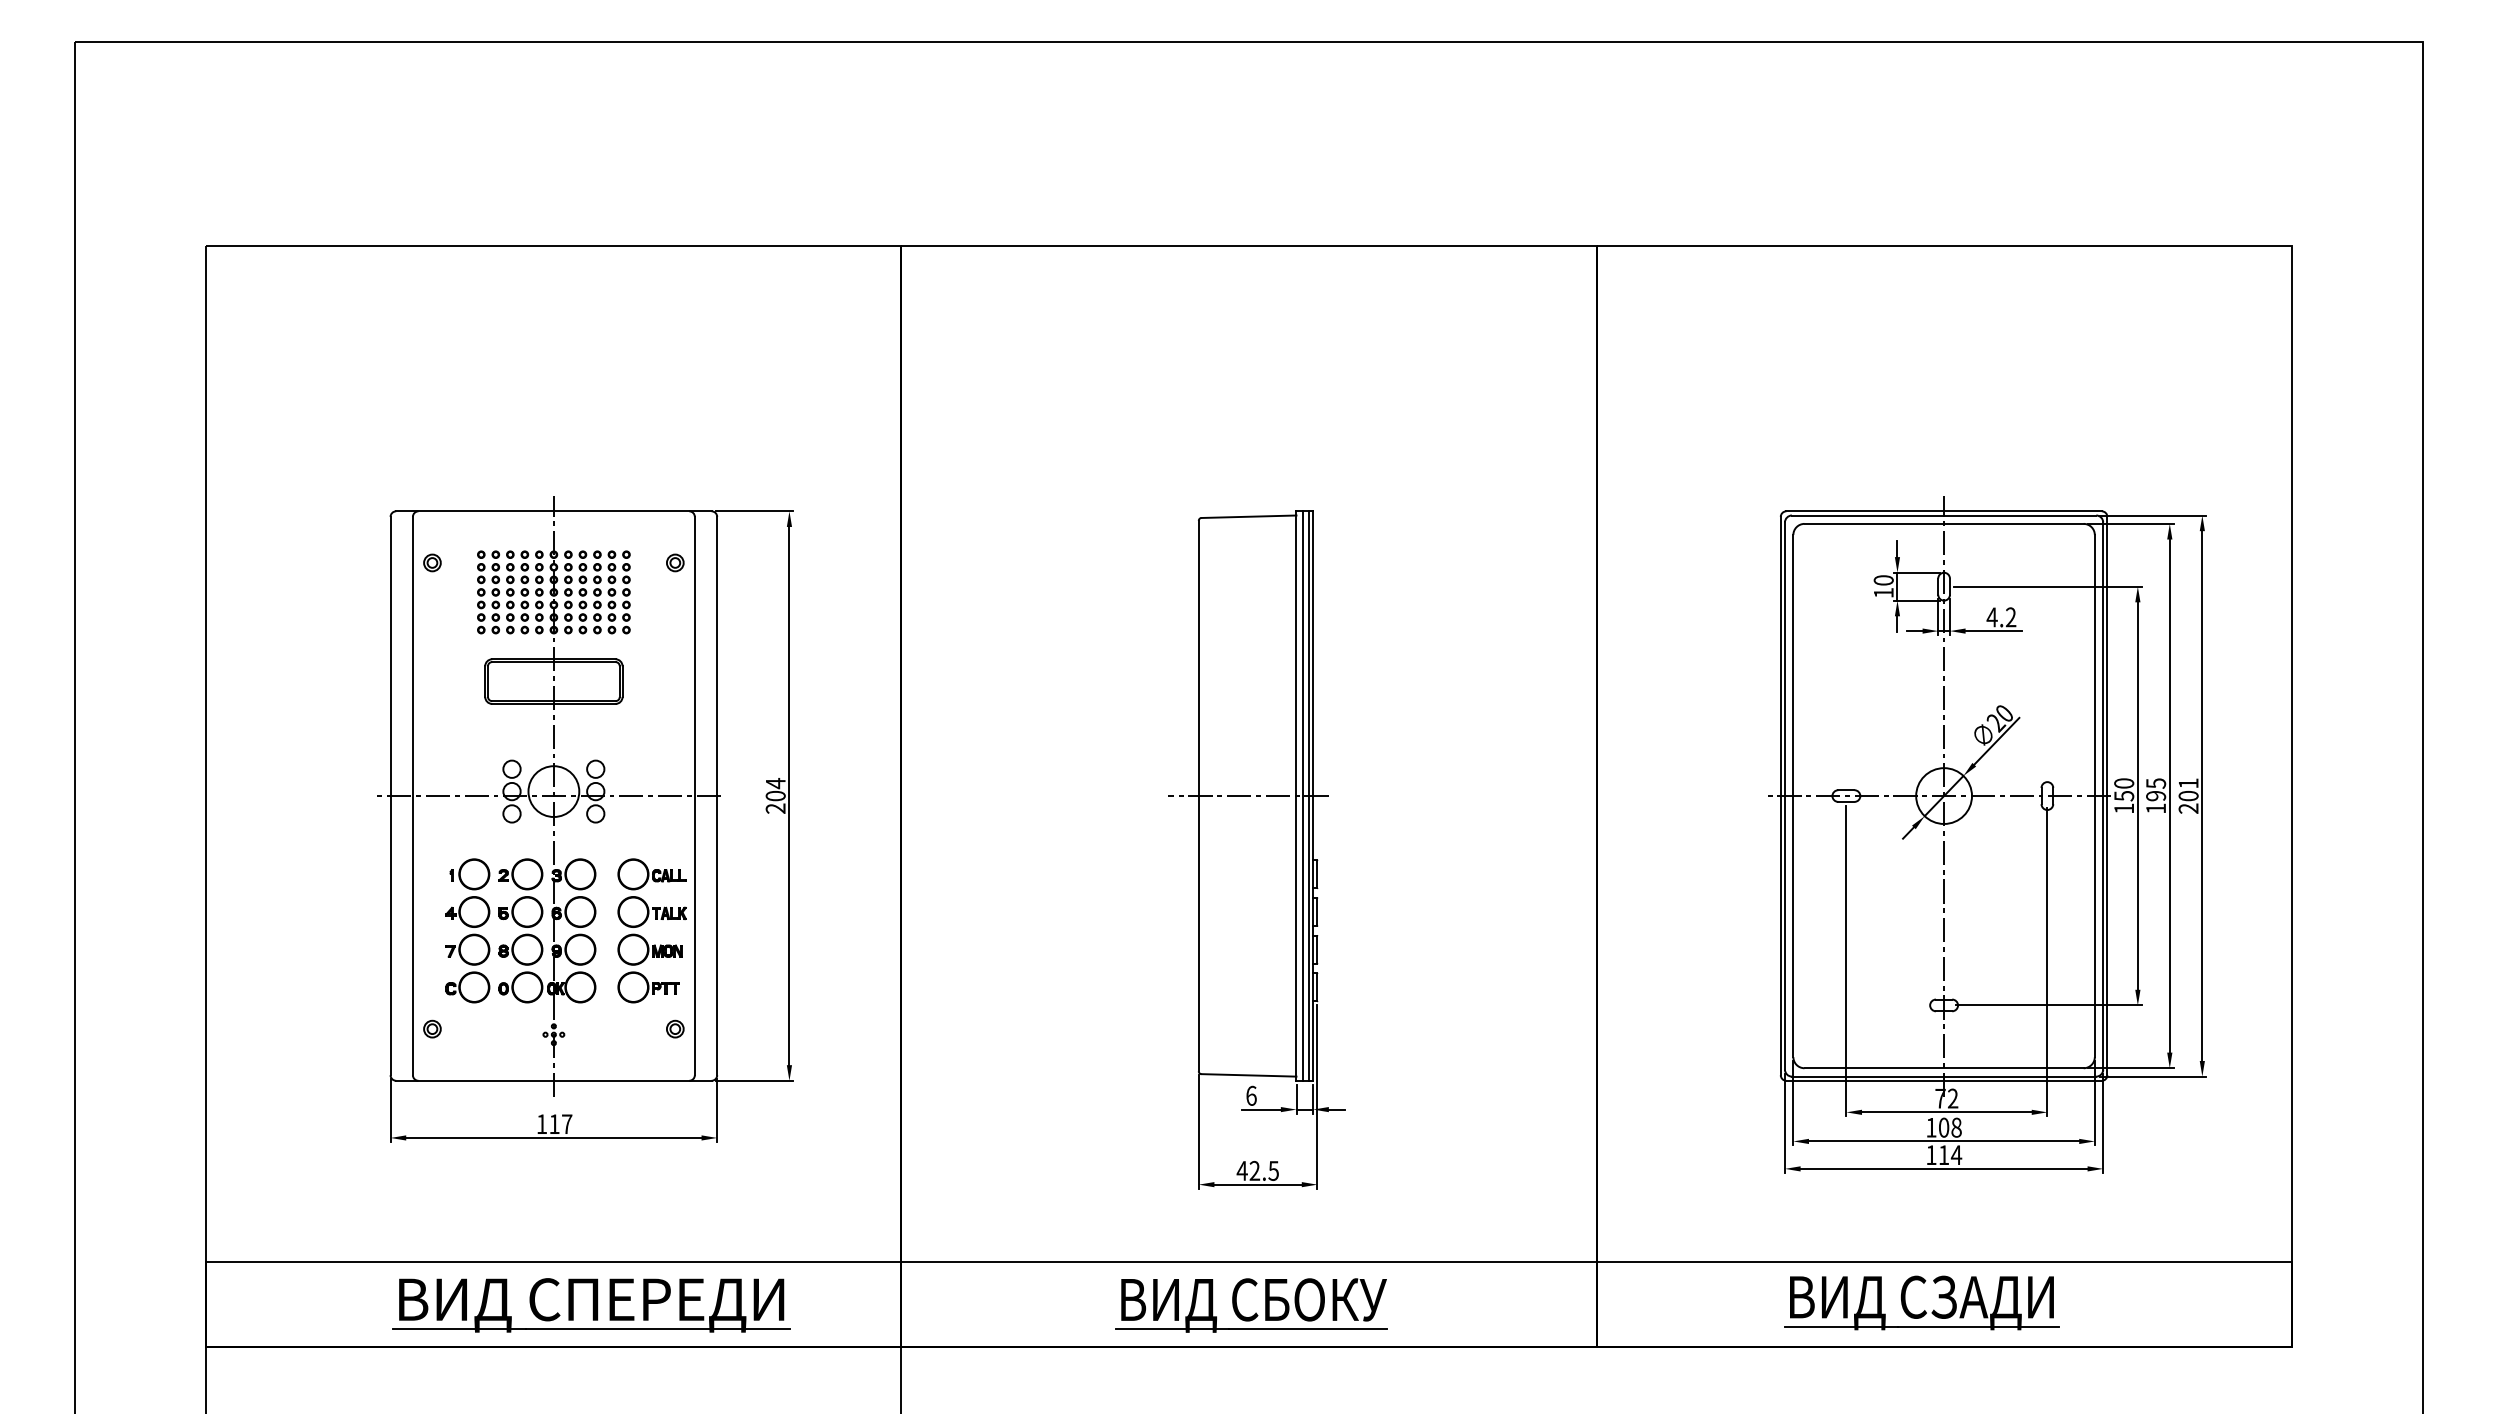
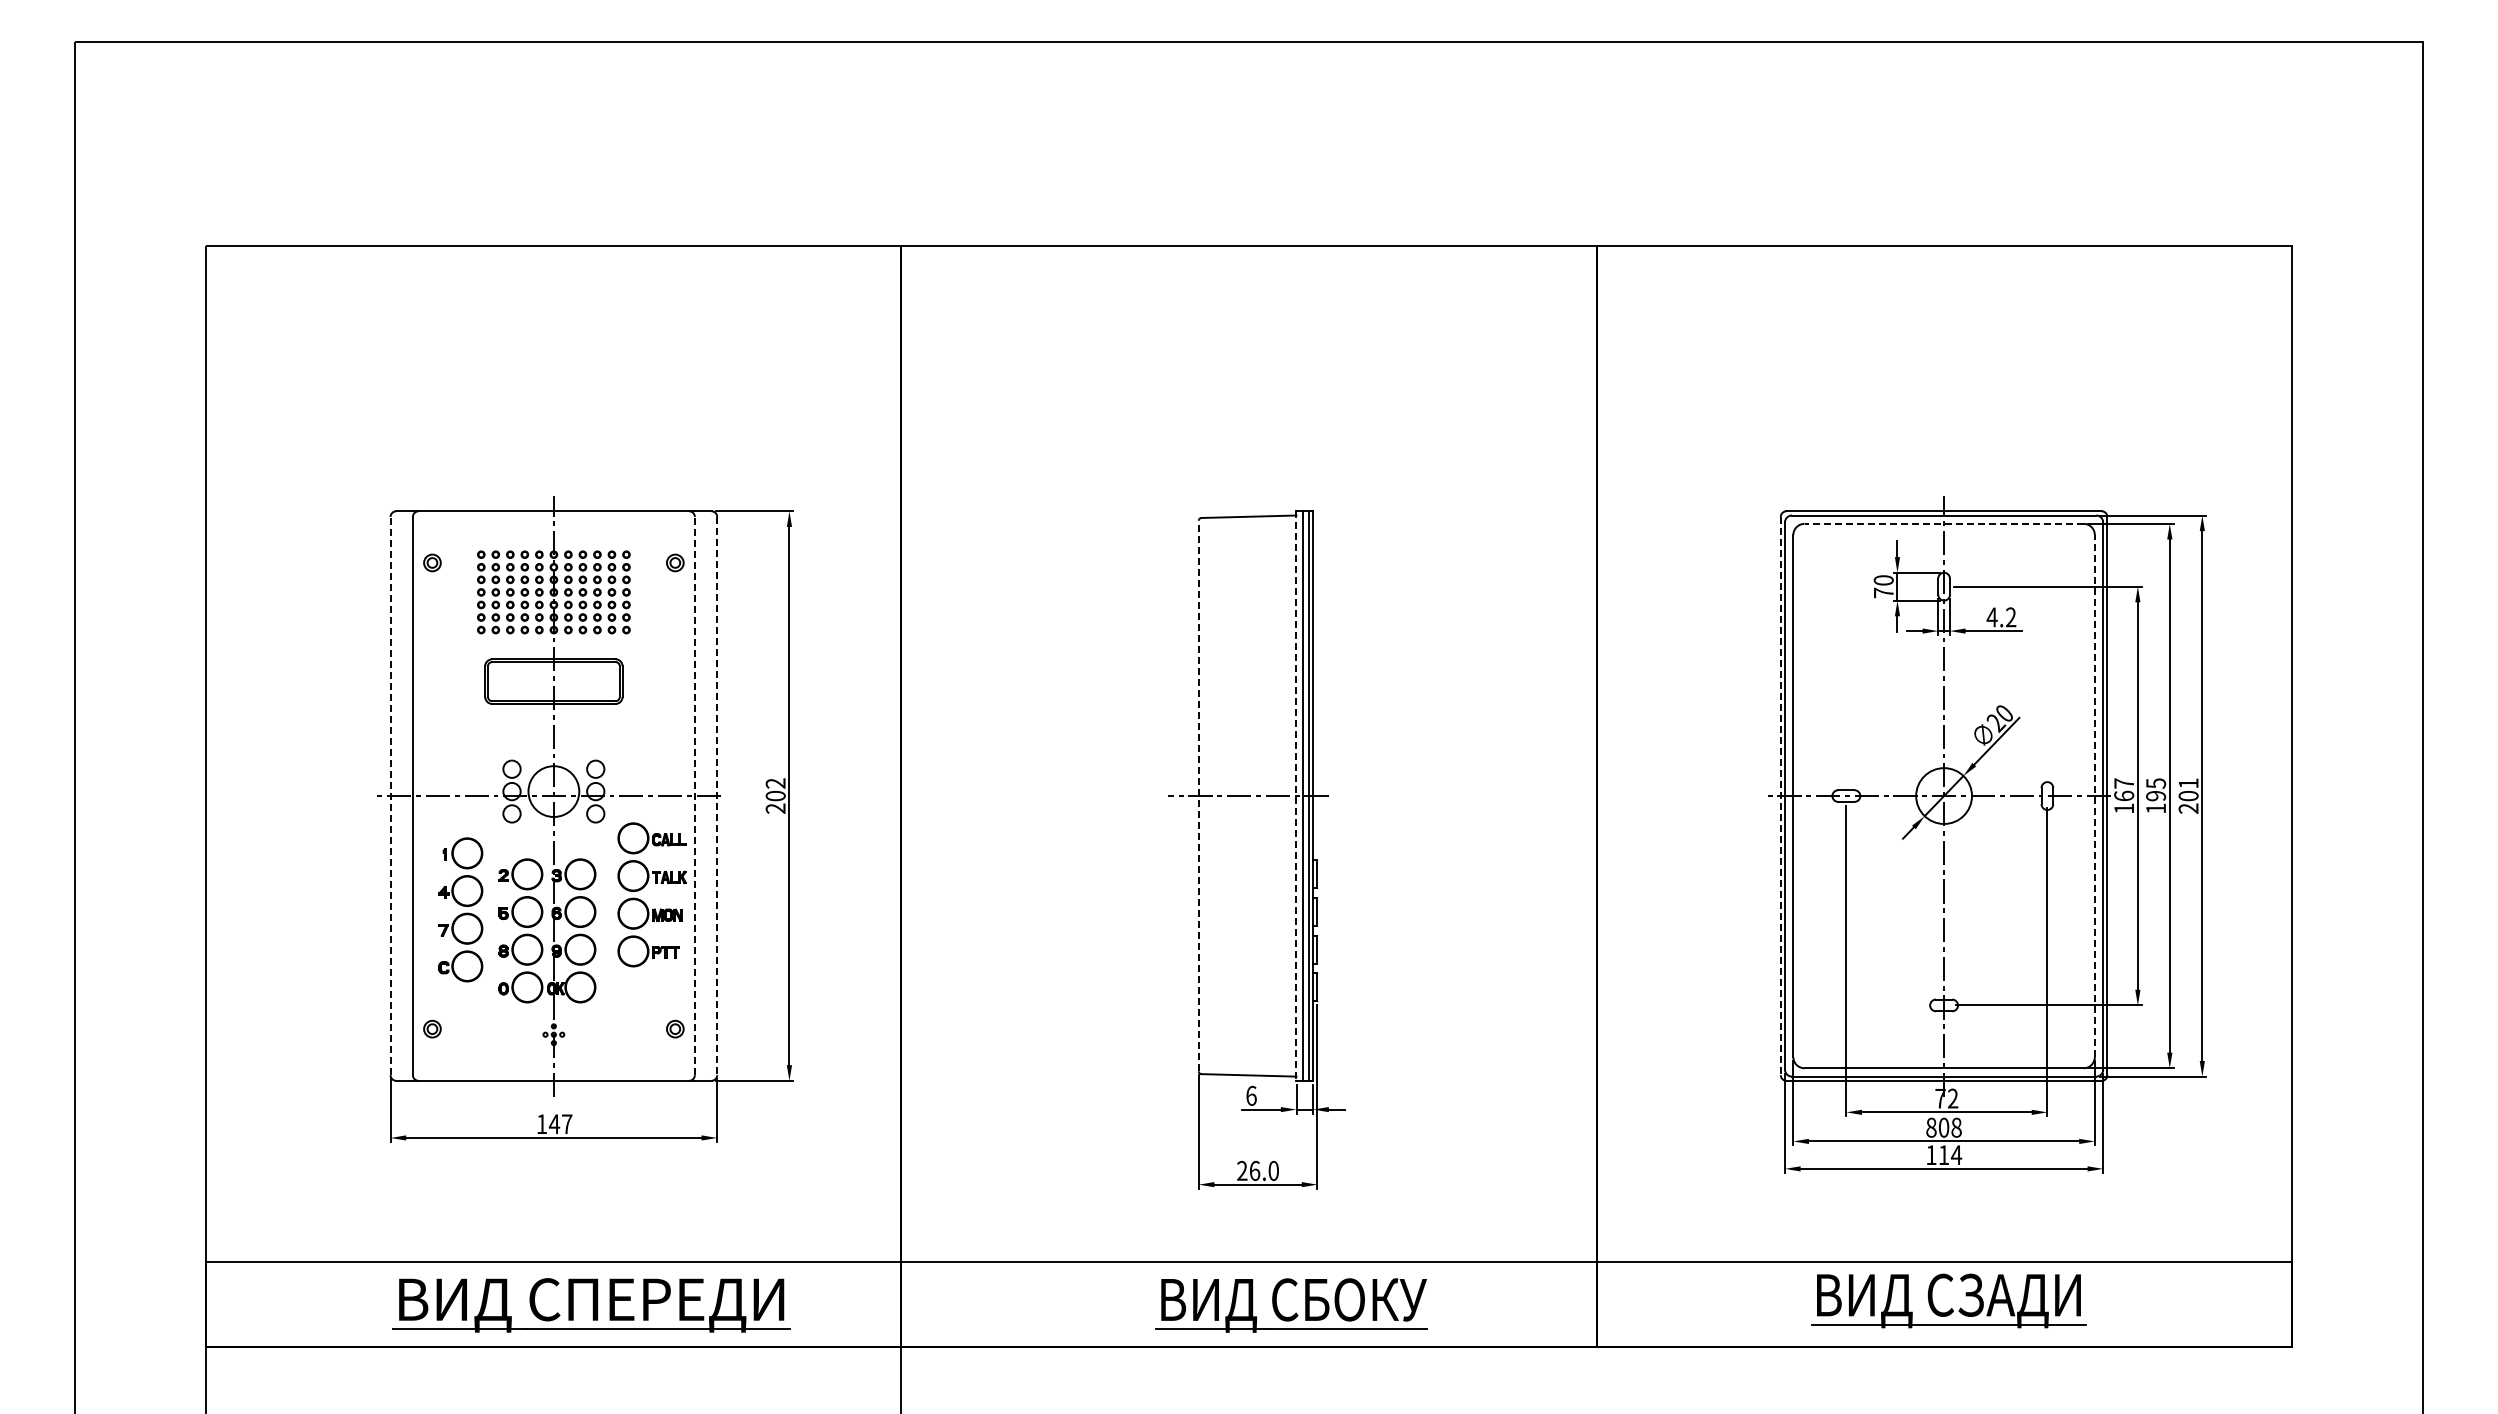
line at (1944, 523): solid -> dashed
text at (1883, 592): 10 -> 70
text at (775, 783): 204 -> 202
text at (2124, 789): 150 -> 167
line at (390, 795): solid -> dashed
line at (694, 795): solid -> dashed
line at (1198, 795): solid -> dashed
line at (2094, 795): solid -> dashed
line at (717, 796): solid -> dashed
line at (1296, 796): solid -> dashed
line at (1780, 796): solid -> dashed
part at (644, 923) position: (644, 923) -> (644, 887)
part at (467, 930) position: (467, 930) -> (460, 909)
text at (554, 1123): 117 -> 147
text at (1931, 1127): 108 -> 808
text at (1257, 1170): 42.5 -> 26.0
part at (1924, 1310) position: (1924, 1310) -> (1951, 1308)
part at (1255, 1312) position: (1255, 1312) -> (1295, 1312)
